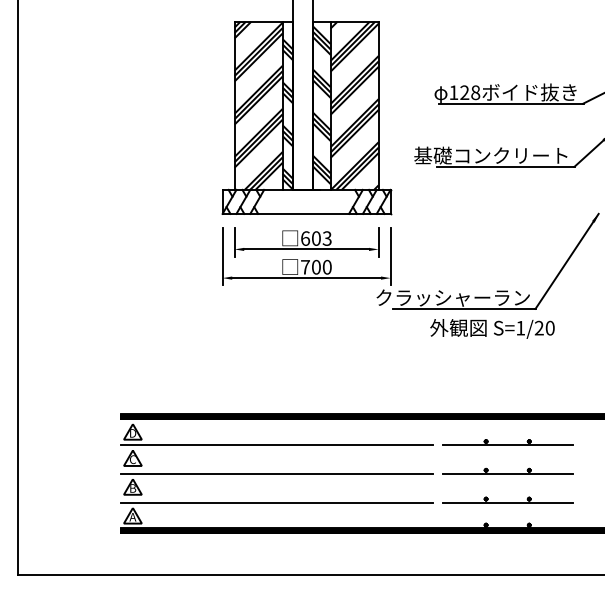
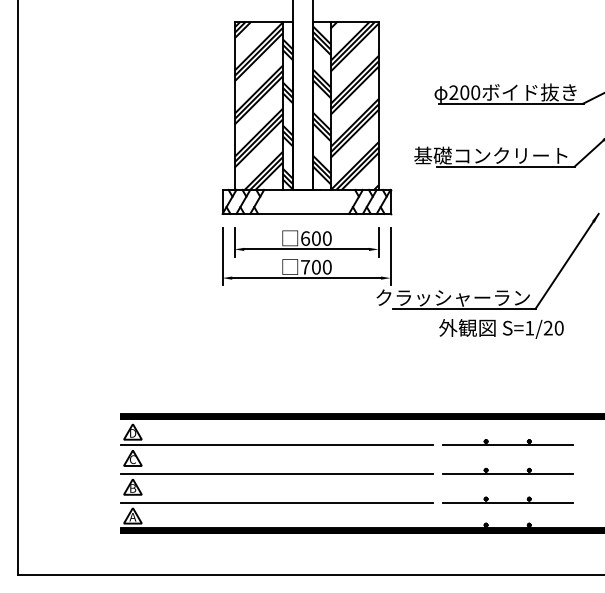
text at (464, 92): 128 -> 200
text at (326, 238): 603 -> 600
text at (492, 328) position: (492, 328) -> (501, 328)
